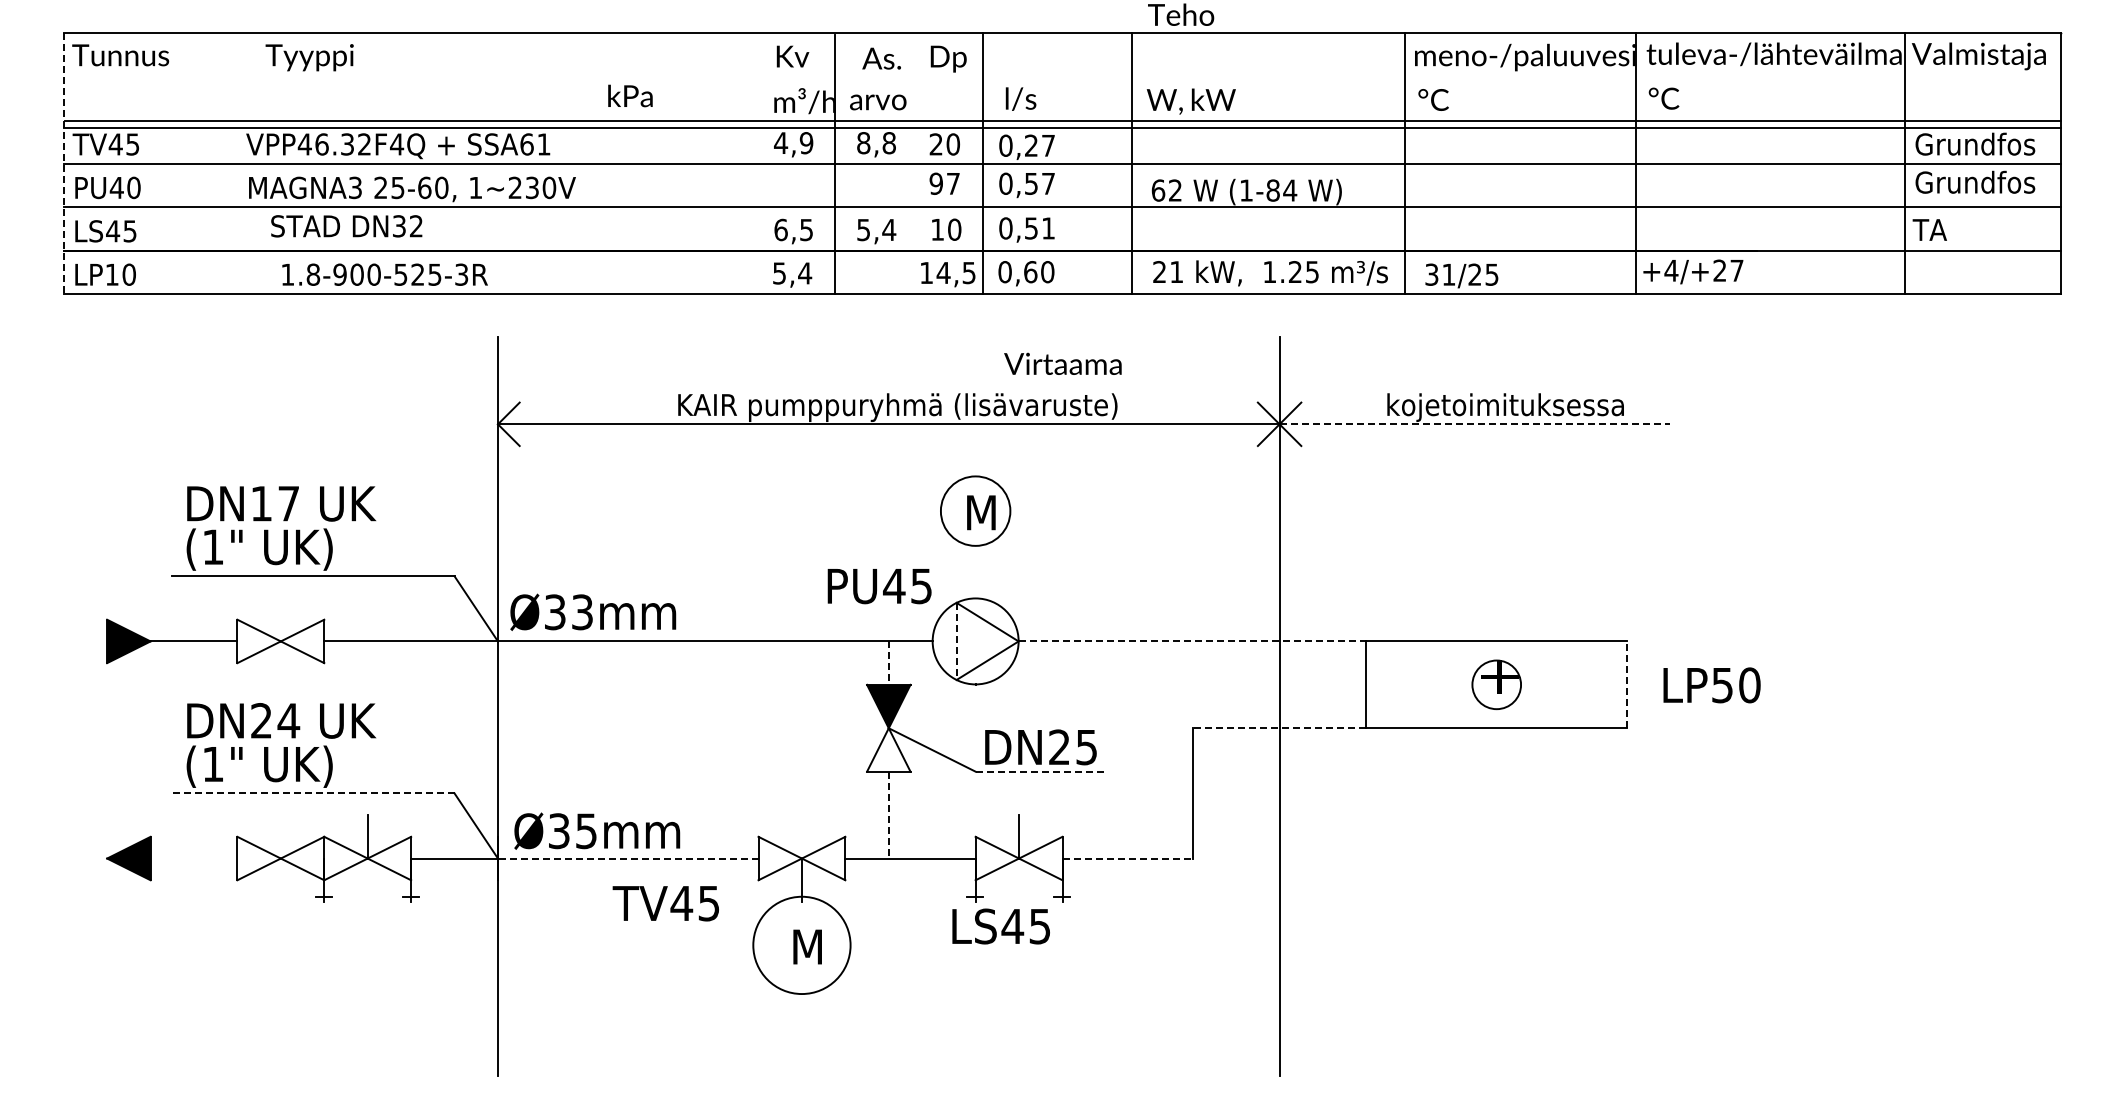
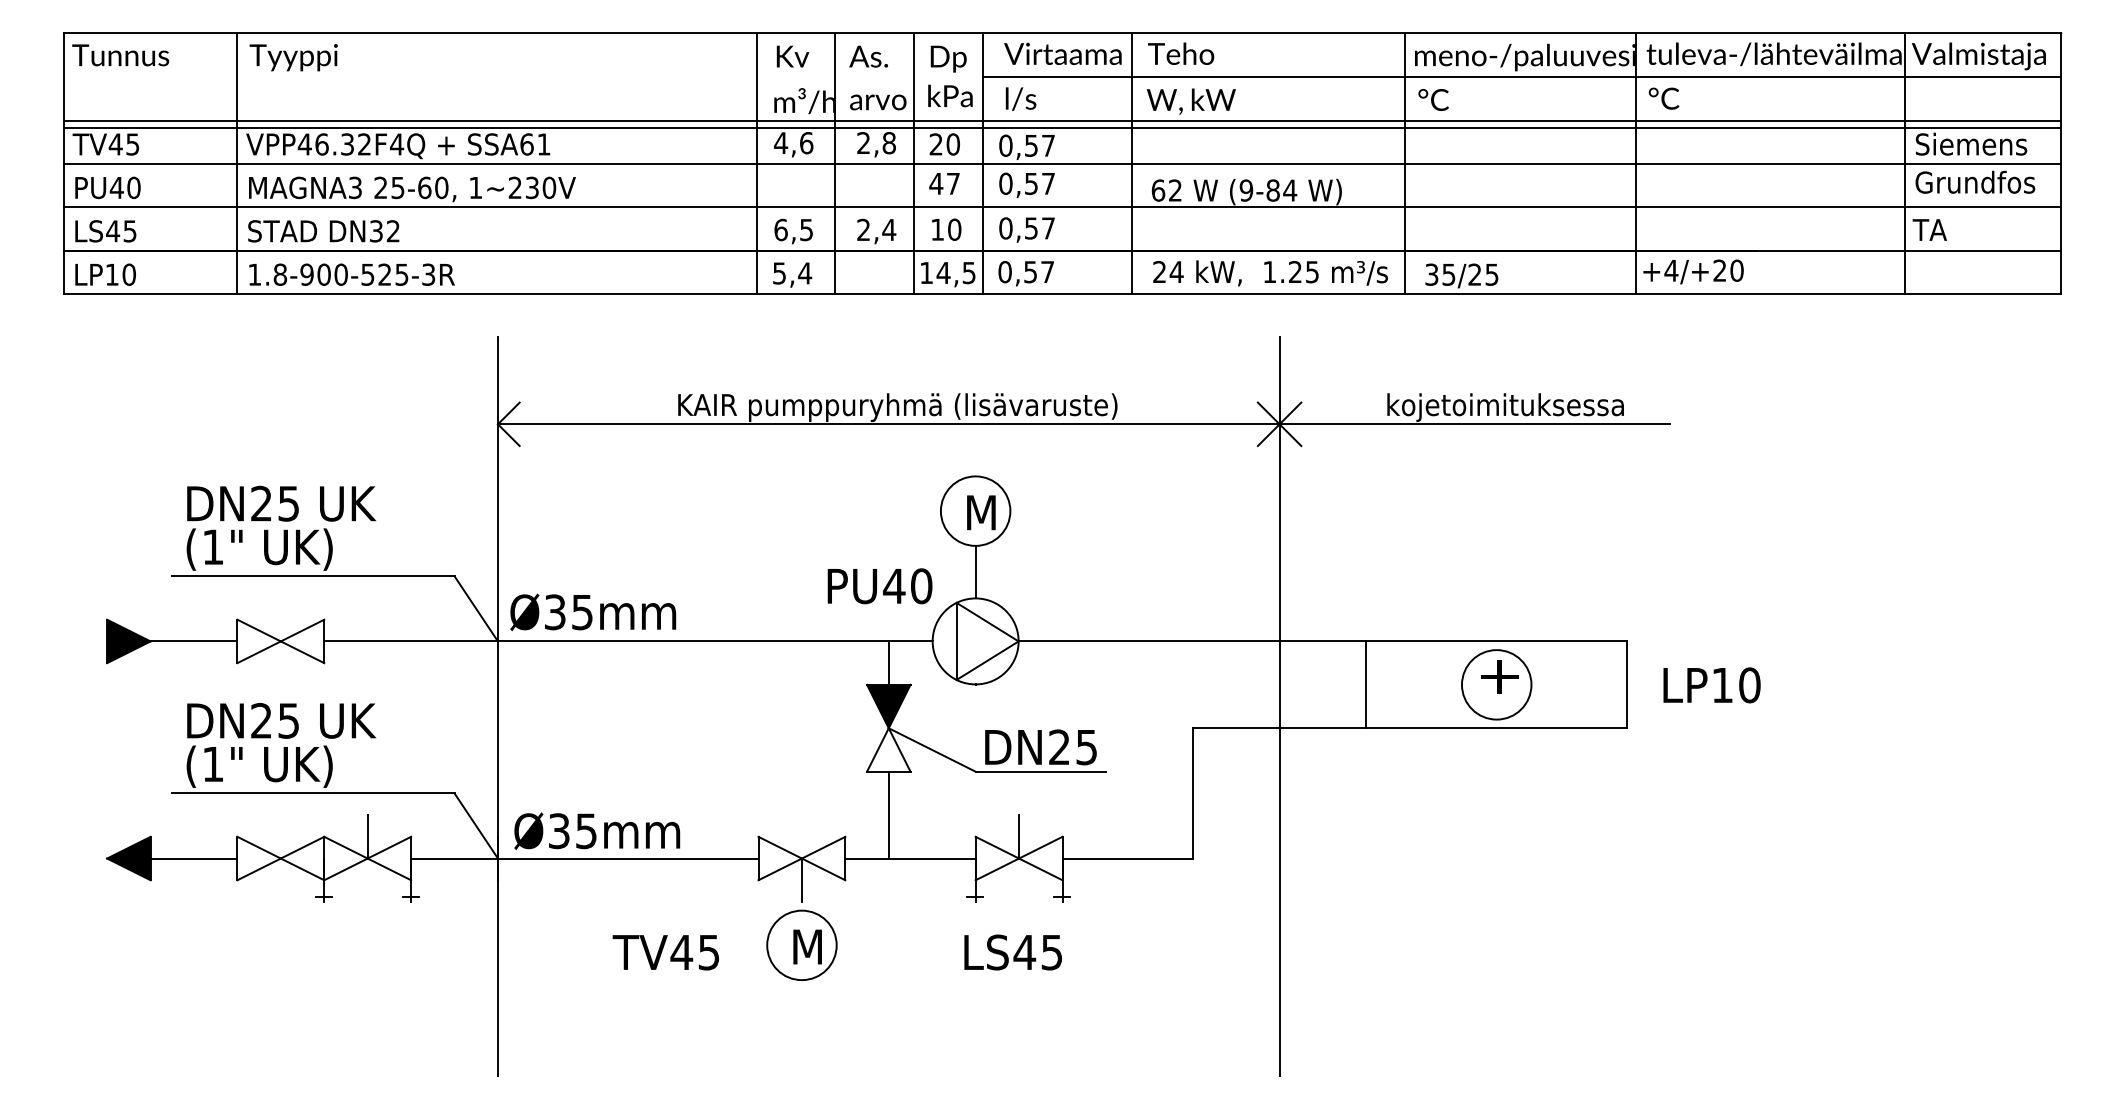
text at (1181, 14) position: (1181, 14) -> (1181, 53)
text at (309, 57) position: (309, 57) -> (293, 57)
text at (881, 58) position: (881, 58) -> (868, 56)
line at (1522, 76): none -> present
text at (630, 95) position: (630, 95) -> (950, 95)
text at (806, 143): 4,9 -> 4,6
text at (863, 143): 8,8 -> 2,8
text at (1975, 143): Grundfos -> Siemens
text at (1031, 145): 0,27 -> 0,57
line at (237, 163): none -> present
line at (63, 164): dashed -> solid
line at (757, 164): none -> present
line at (913, 164): none -> present
text at (936, 183): 97 -> 47
text at (1246, 190): (1-84 -> (9-84
text at (346, 226) position: (346, 226) -> (323, 231)
text at (1048, 228): 0,51 -> 0,57
text at (863, 229): 5,4 -> 2,4
text at (1736, 270): +4/+27 -> +4/+20
text at (1176, 271): 21 -> 24
text at (1039, 272): 0,60 -> 0,57
text at (384, 274) position: (384, 274) -> (351, 274)
text at (1448, 274): 31/25 -> 35/25
text at (1062, 363) position: (1062, 363) -> (1062, 53)
line at (1475, 424): dashed -> solid
text at (274, 503): DN17 -> DN25
line at (975, 571): none -> present
text at (921, 586): PU45 -> PU40
text at (582, 611): Ø33mm -> Ø35mm
line at (956, 641): dashed -> solid
line at (1192, 641): dashed -> solid
line at (888, 663): dashed -> solid
circle at (1496, 684) diameter: 49 px -> 69 px
line at (1627, 684): dashed -> solid
text at (1722, 685): LP50 -> LP10
text at (288, 720): DN24 -> DN25
line at (1279, 728): dashed -> solid
line at (1041, 771): dashed -> solid
line at (312, 793): dashed -> solid
line at (888, 815): dashed -> solid
line at (193, 858): none -> present
line at (627, 858): dashed -> solid
line at (1128, 858): dashed -> solid
text at (665, 903) position: (665, 903) -> (665, 952)
text at (1000, 926) position: (1000, 926) -> (1012, 952)
circle at (801, 945) diameter: 97 px -> 69 px
